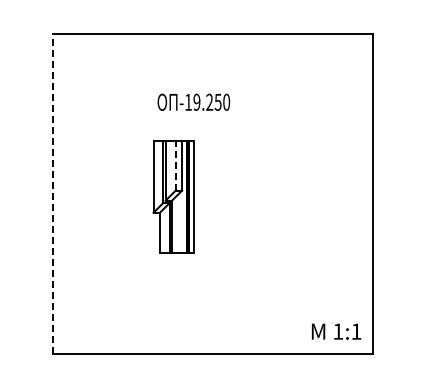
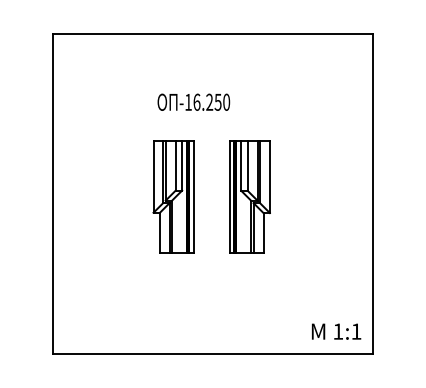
text at (196, 101): -19.250 -> -16.250
line at (175, 165): dashed -> solid
line at (52, 193): dashed -> solid
part at (249, 196): none -> present
